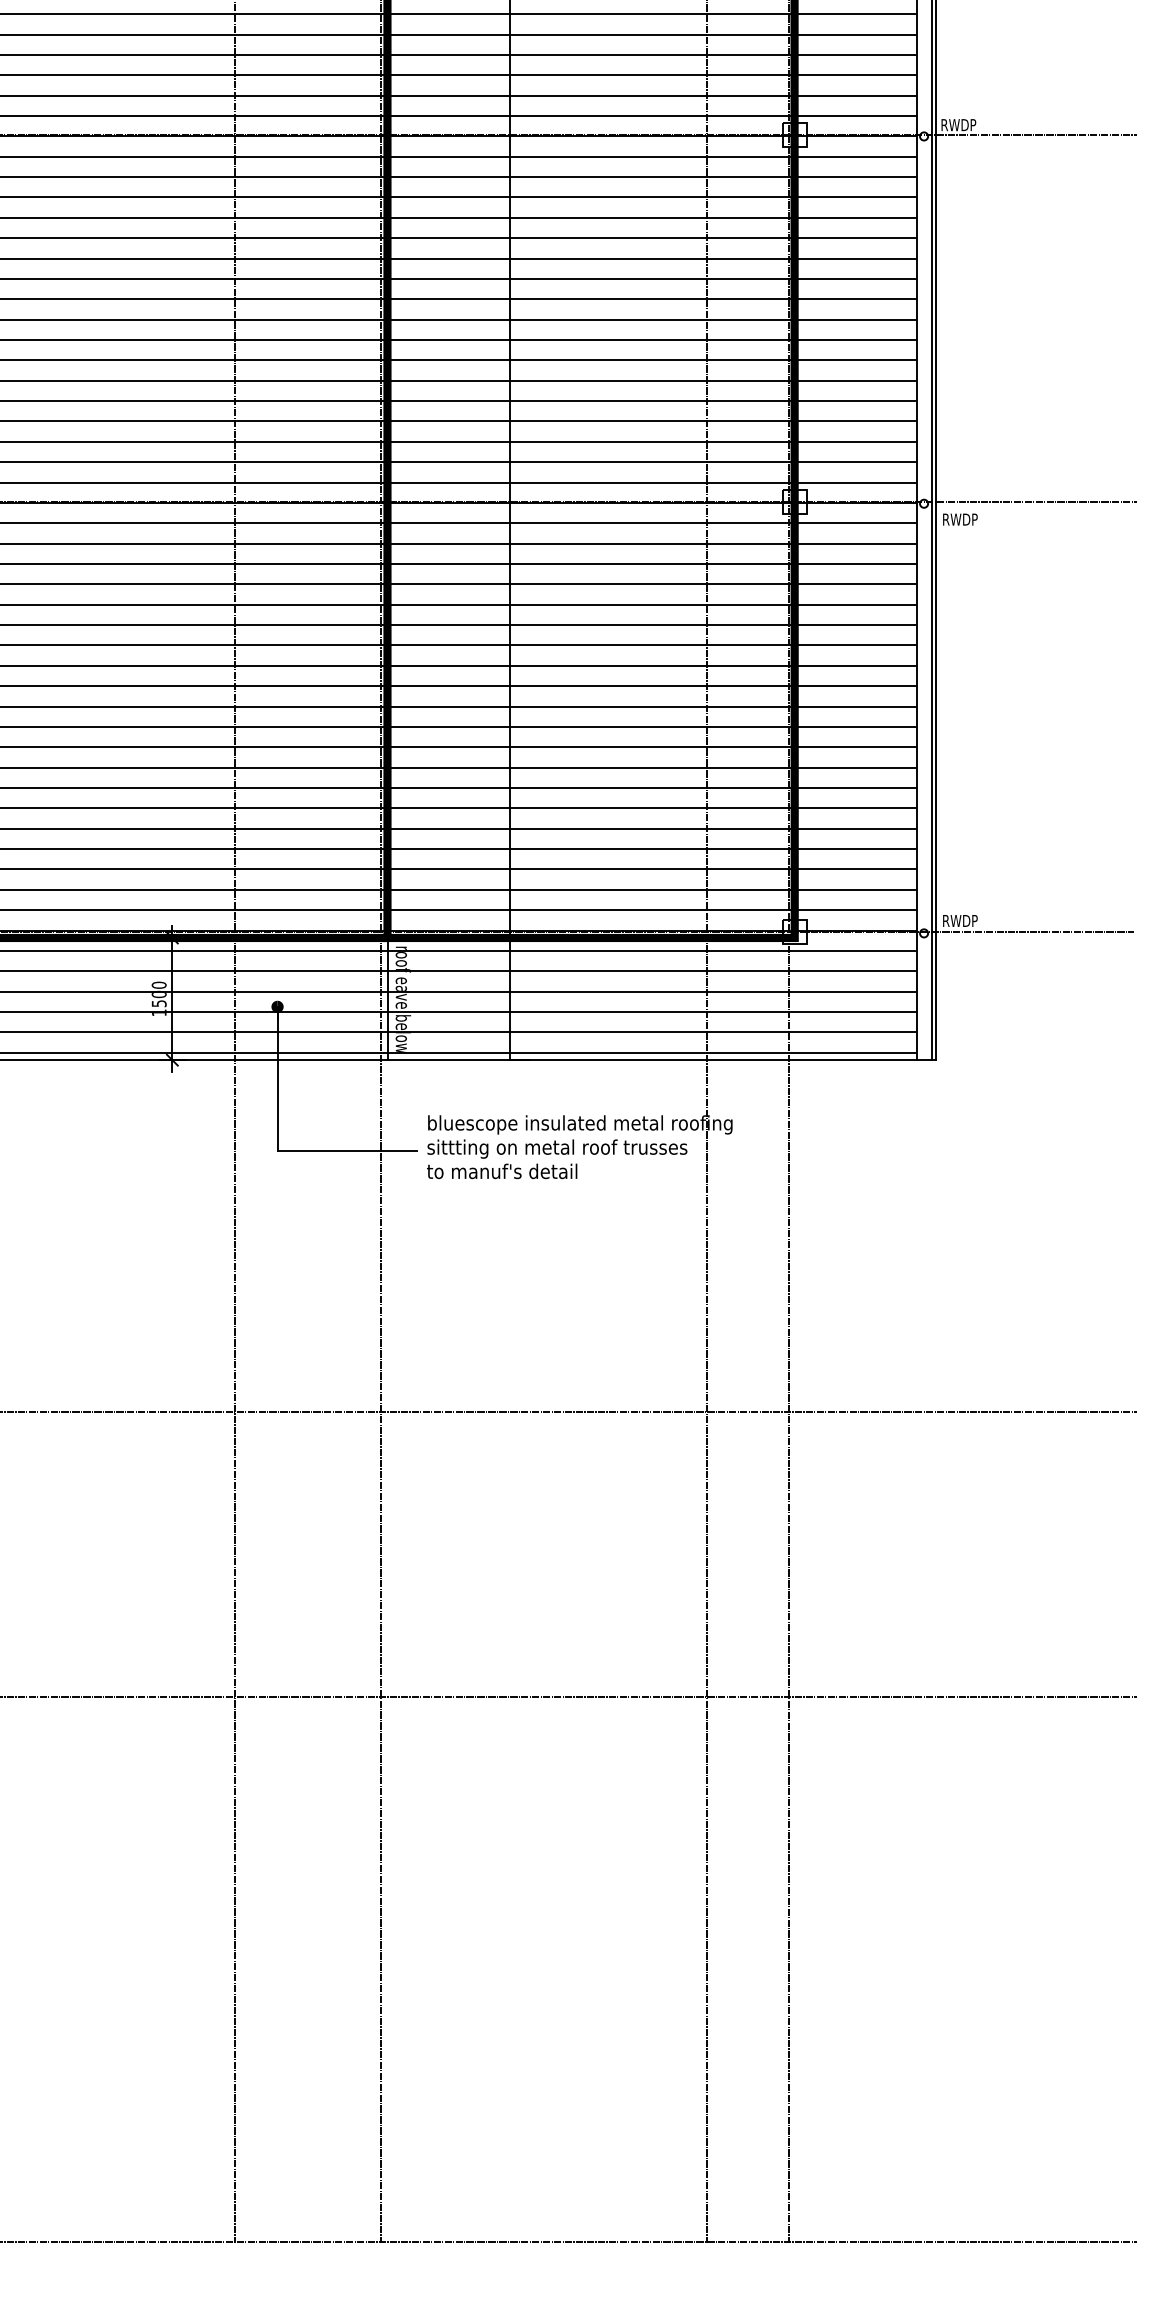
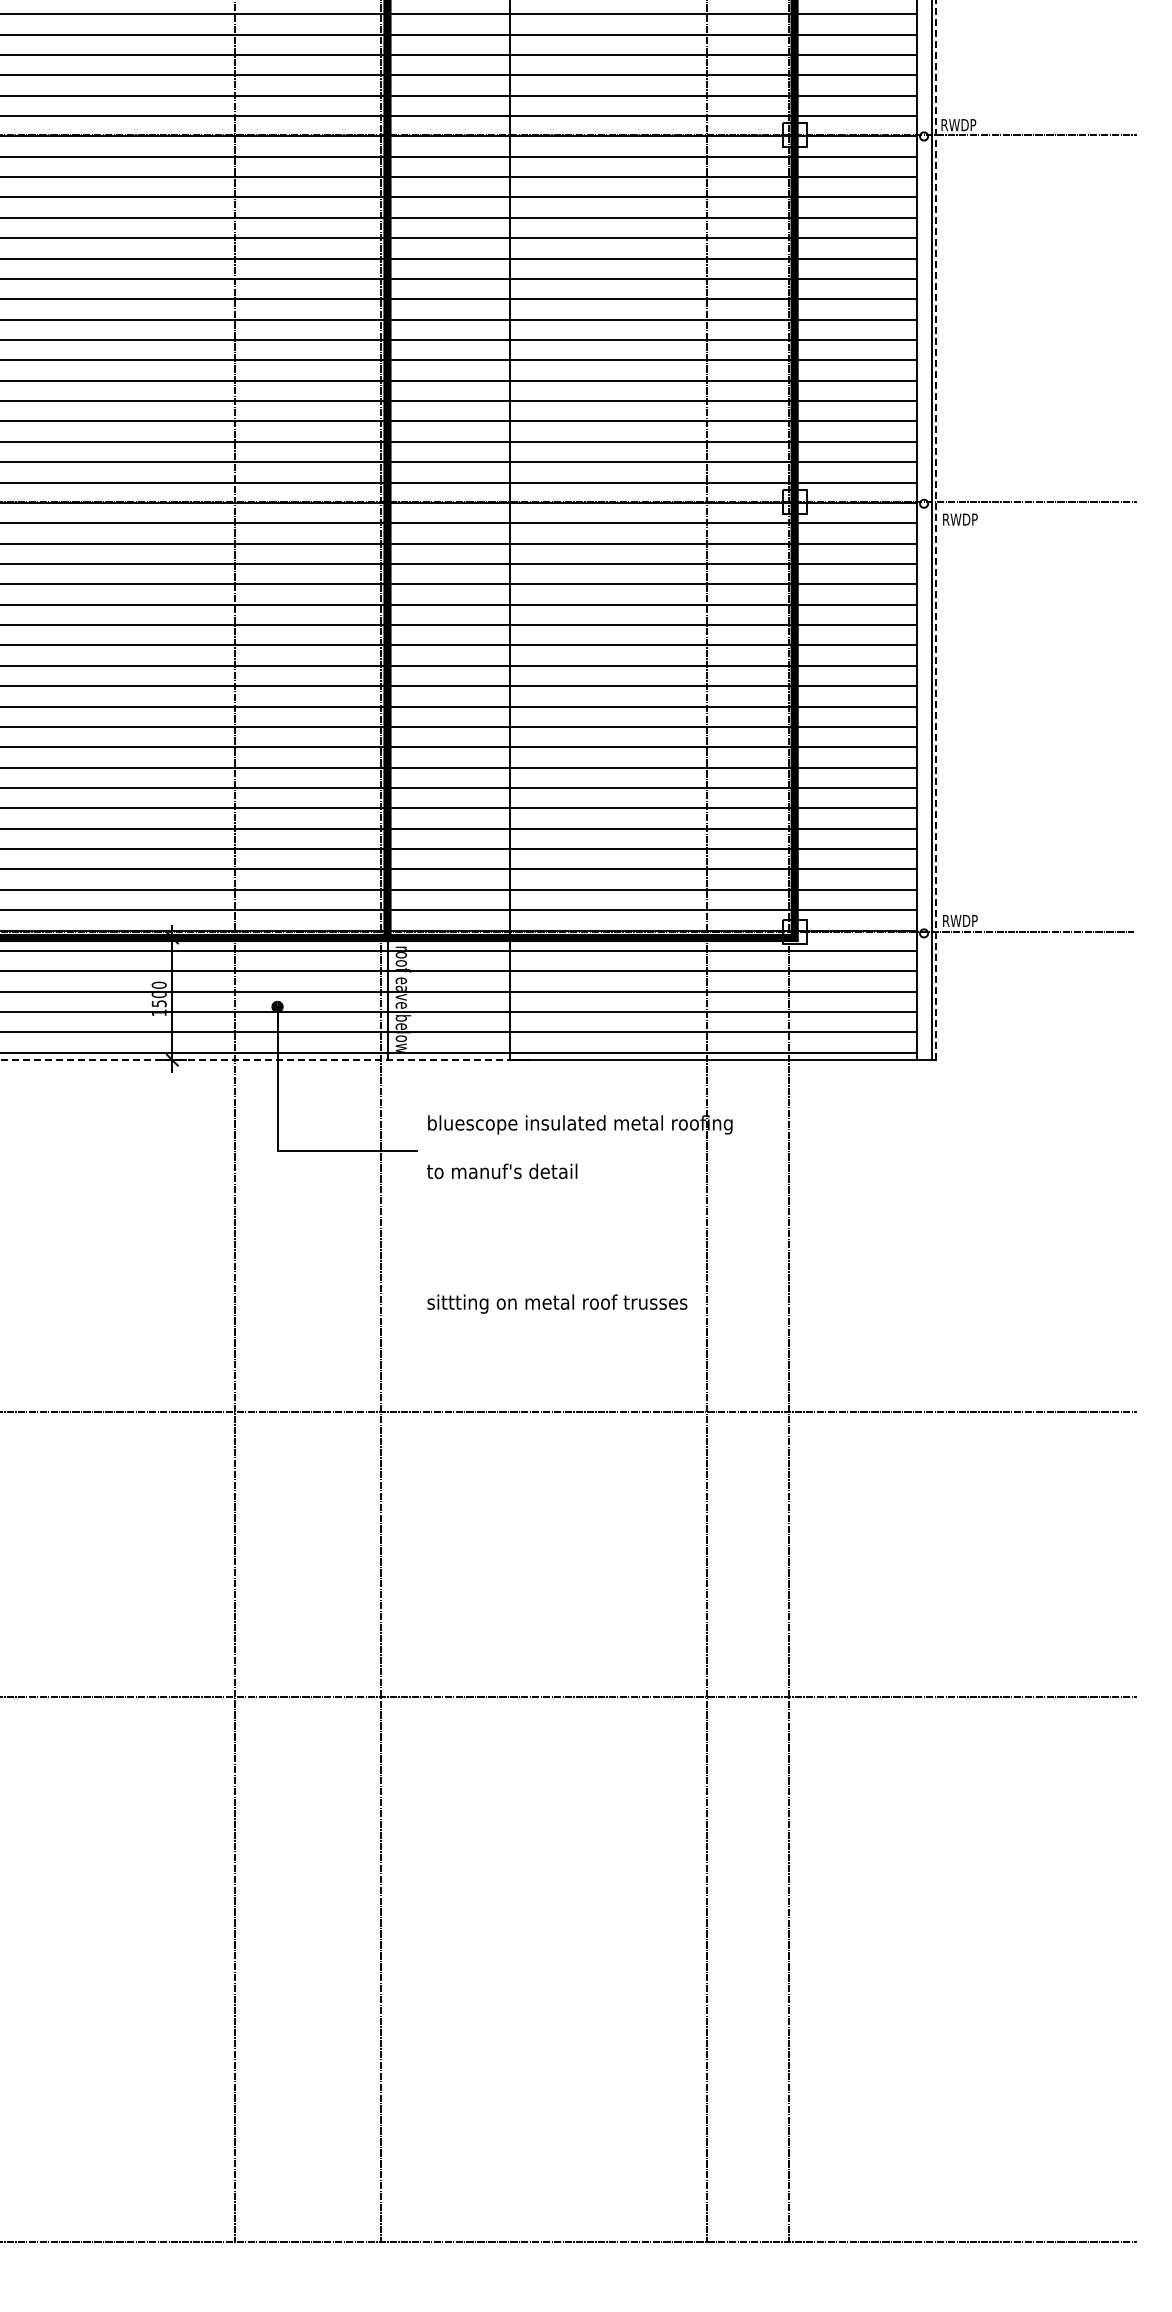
line at (936, 530): solid -> dashed
line at (255, 1060): solid -> dashed
text at (557, 1148) position: (557, 1148) -> (557, 1303)
